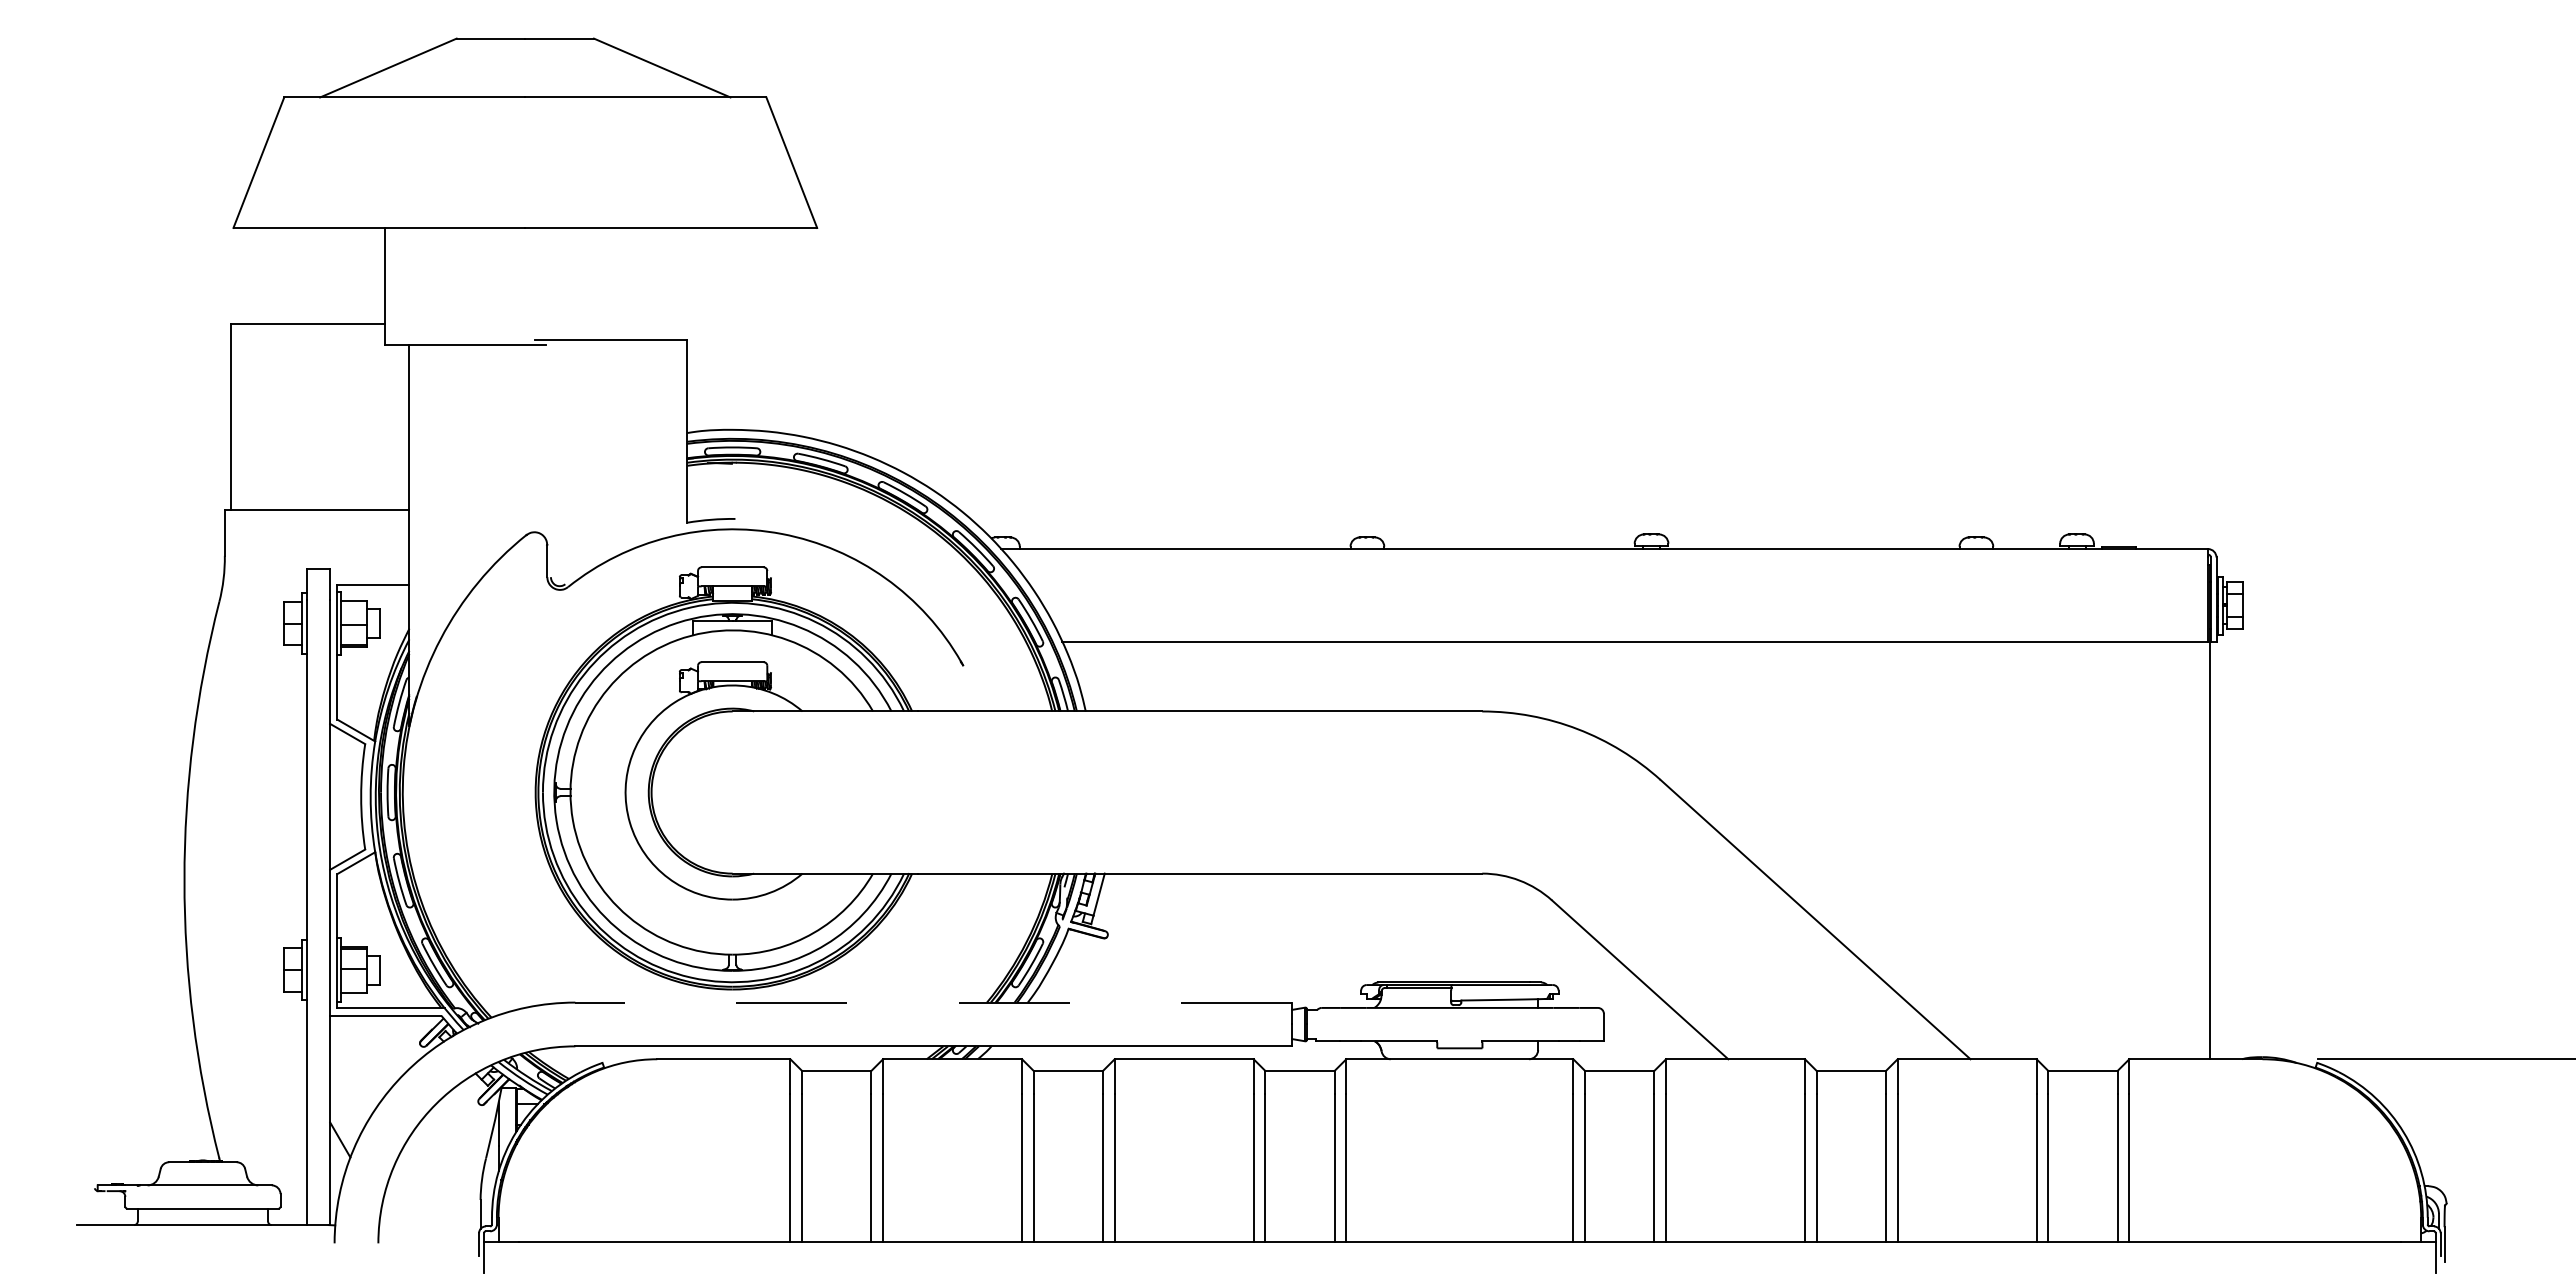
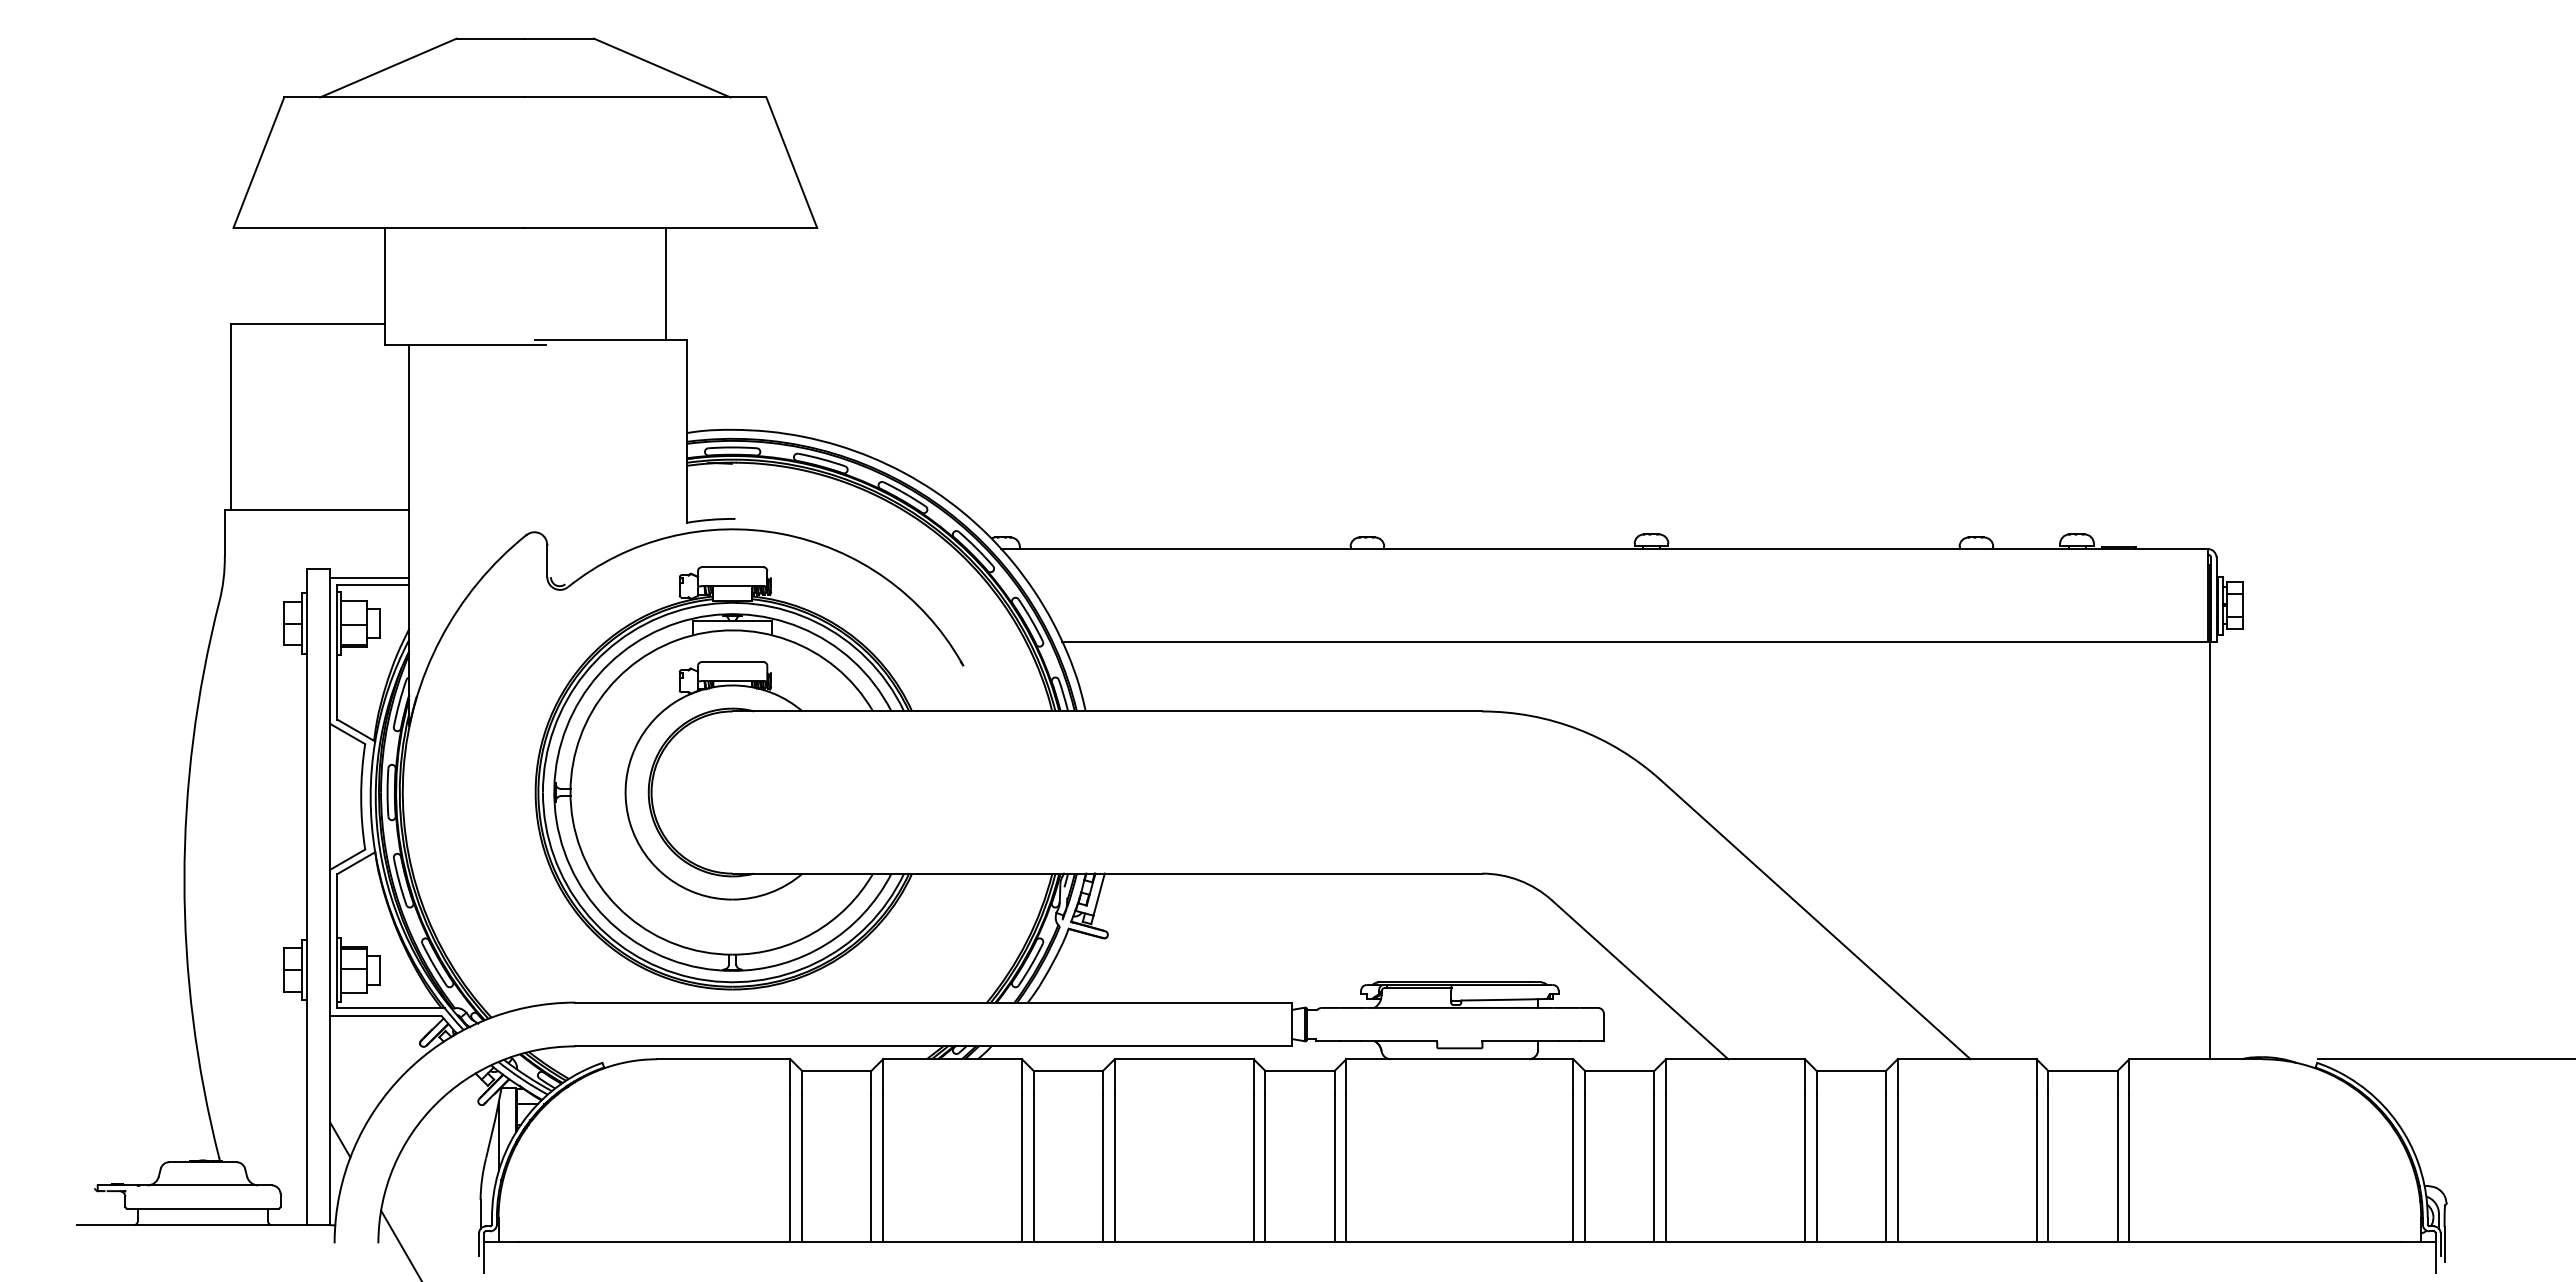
line at (665, 283): none -> present
line at (369, 577): none -> present
line at (933, 1002): dashed -> solid
line at (400, 1244): none -> present
